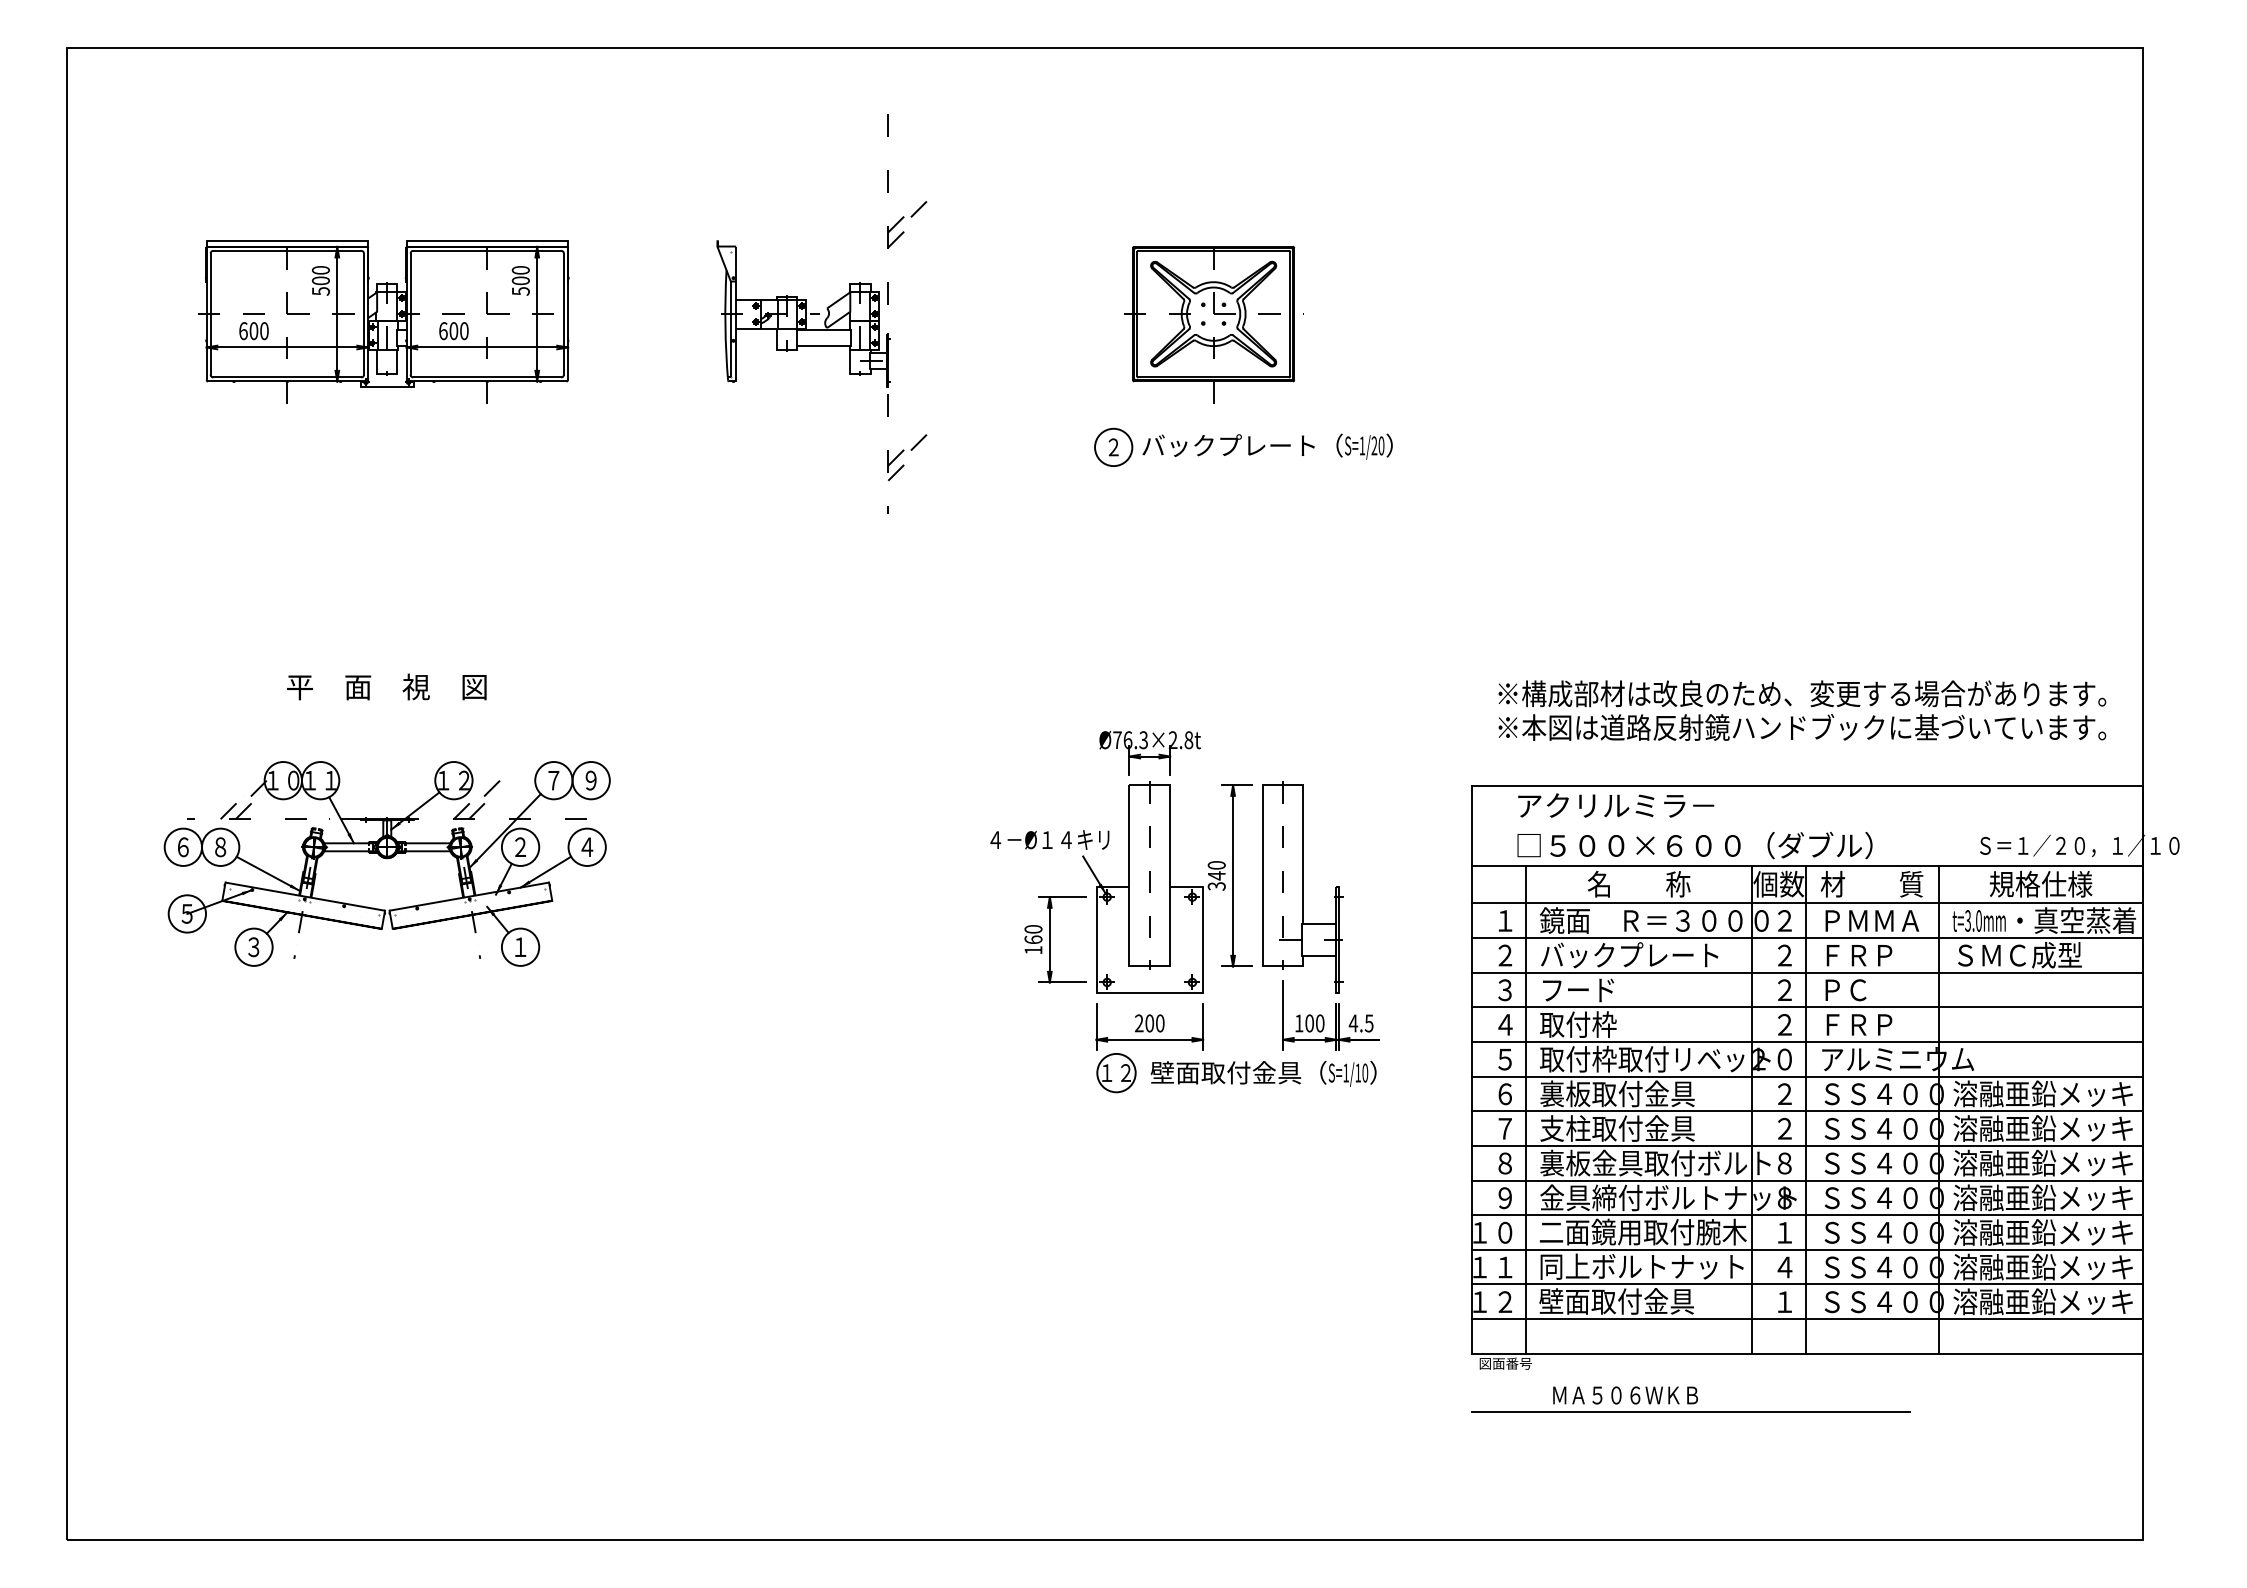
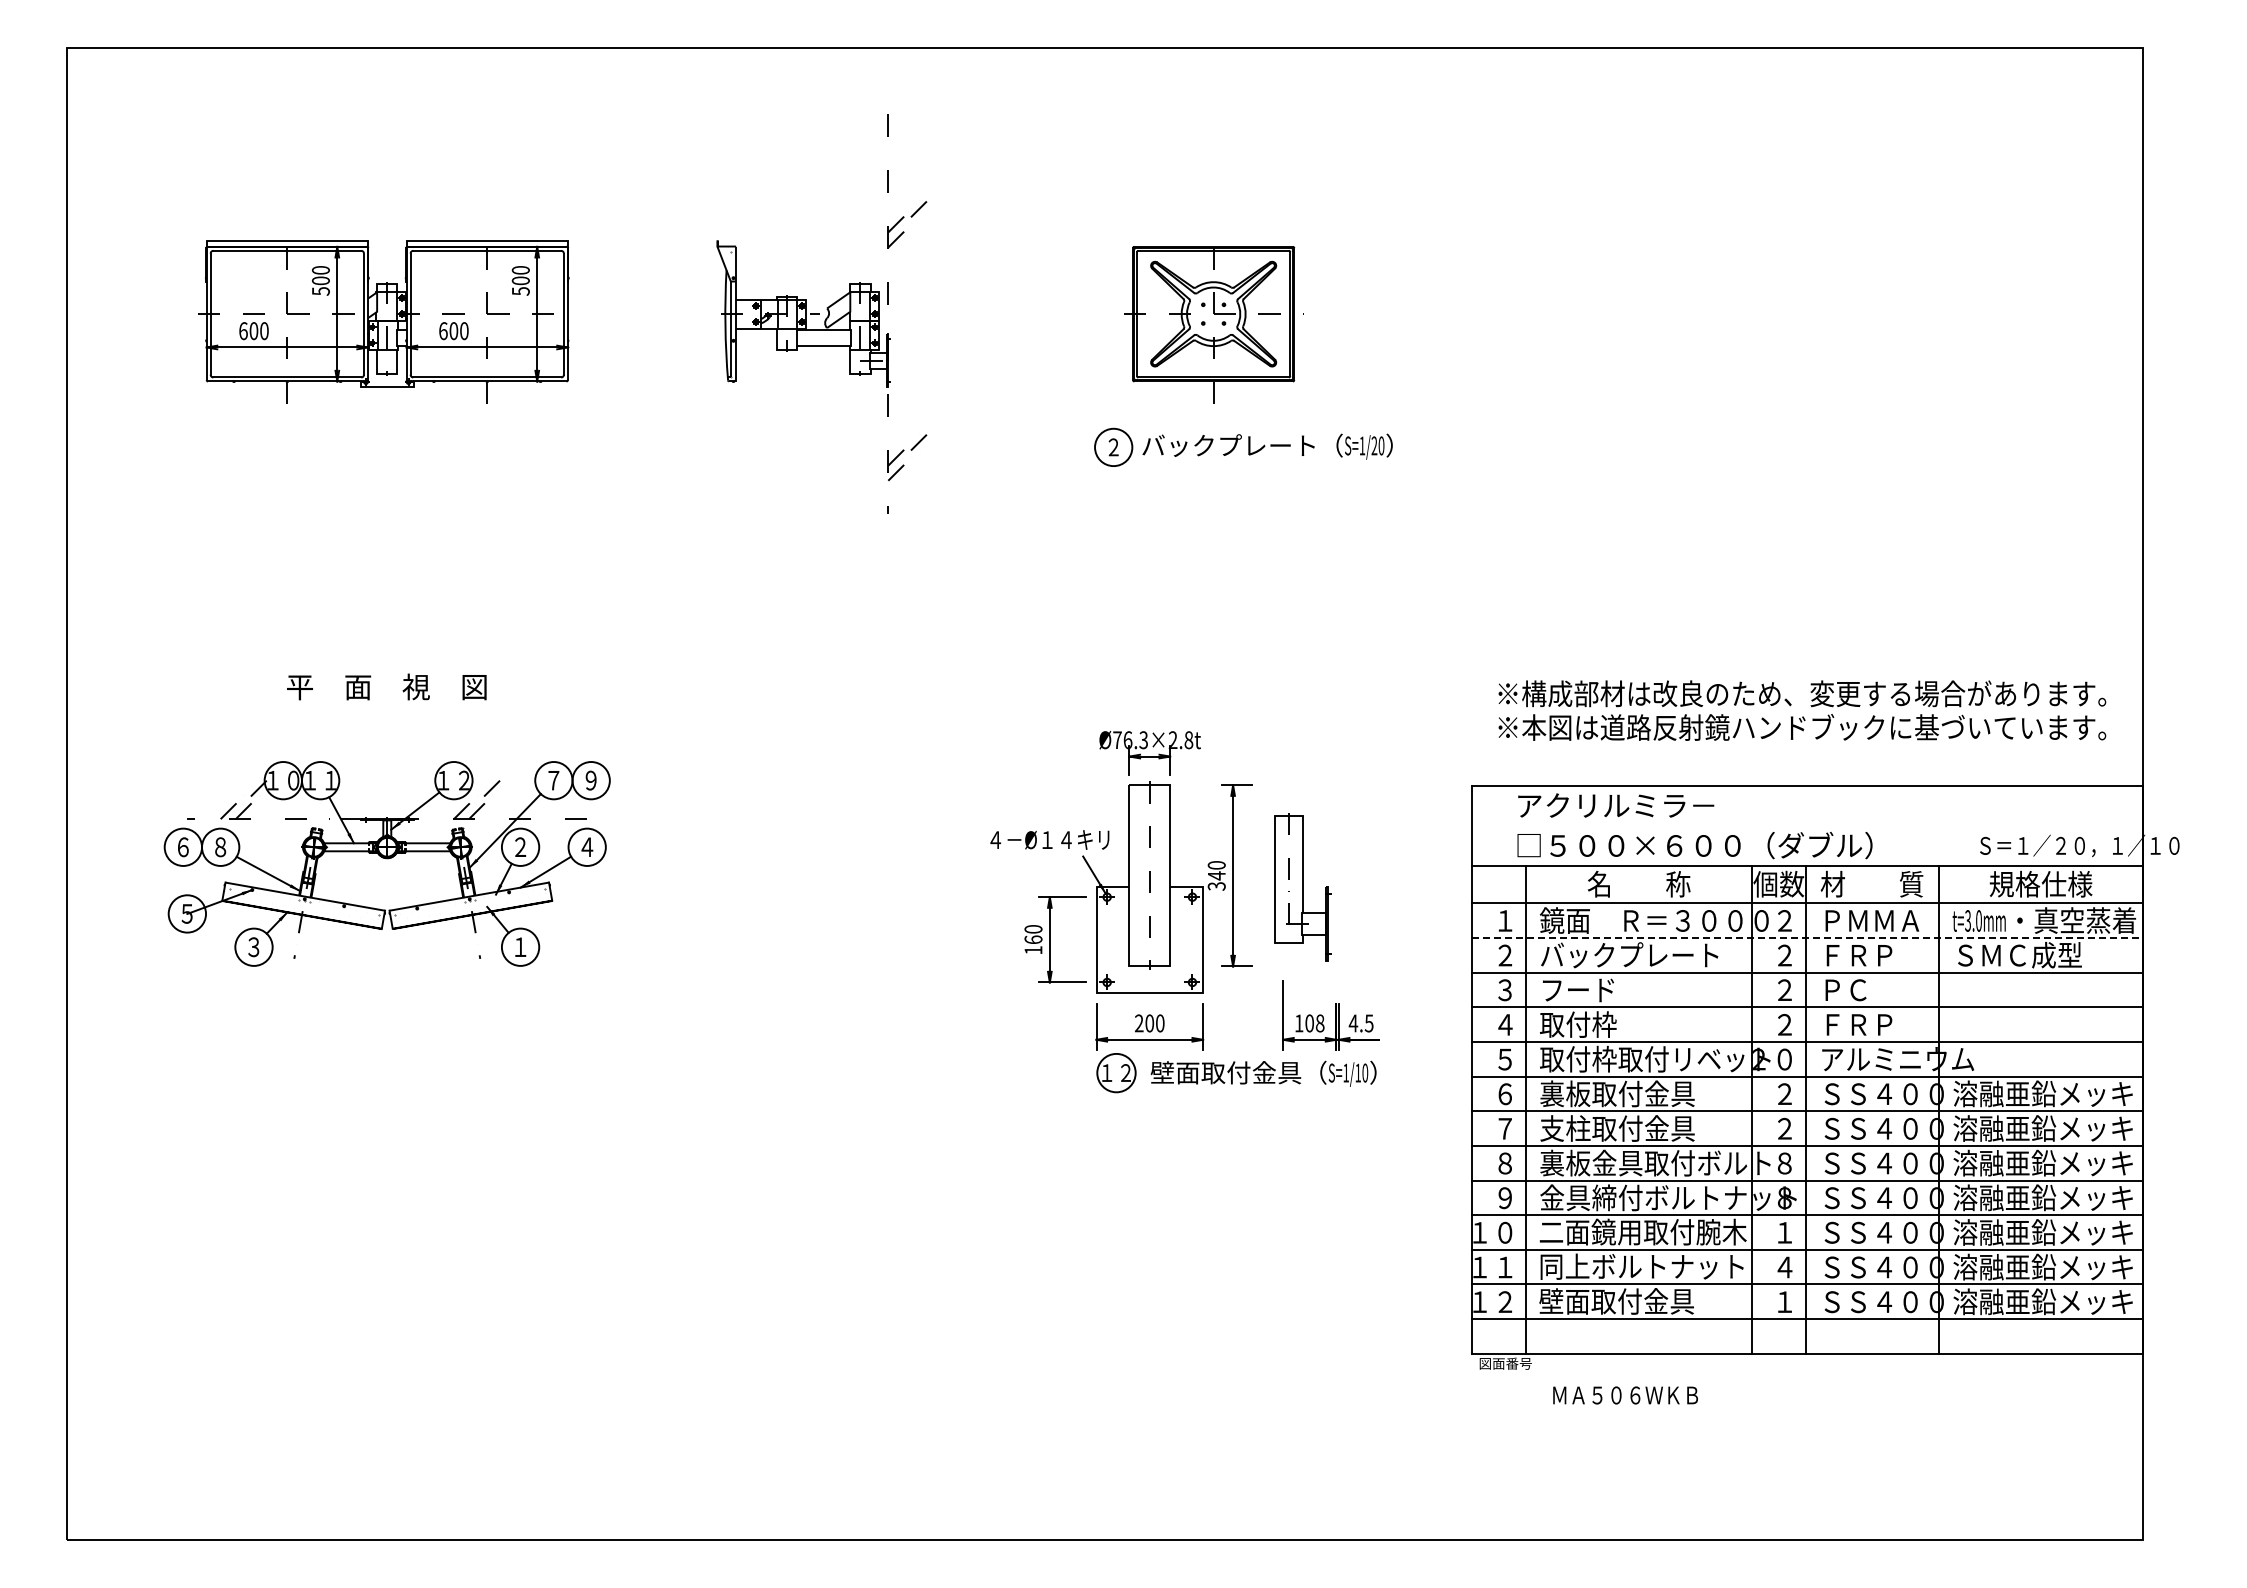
part at (1302, 887) size: 82x213 px -> 58x149 px
line at (1808, 937): solid -> dashed
text at (1319, 1023): 100 -> 108
line at (1690, 1412): present -> none
